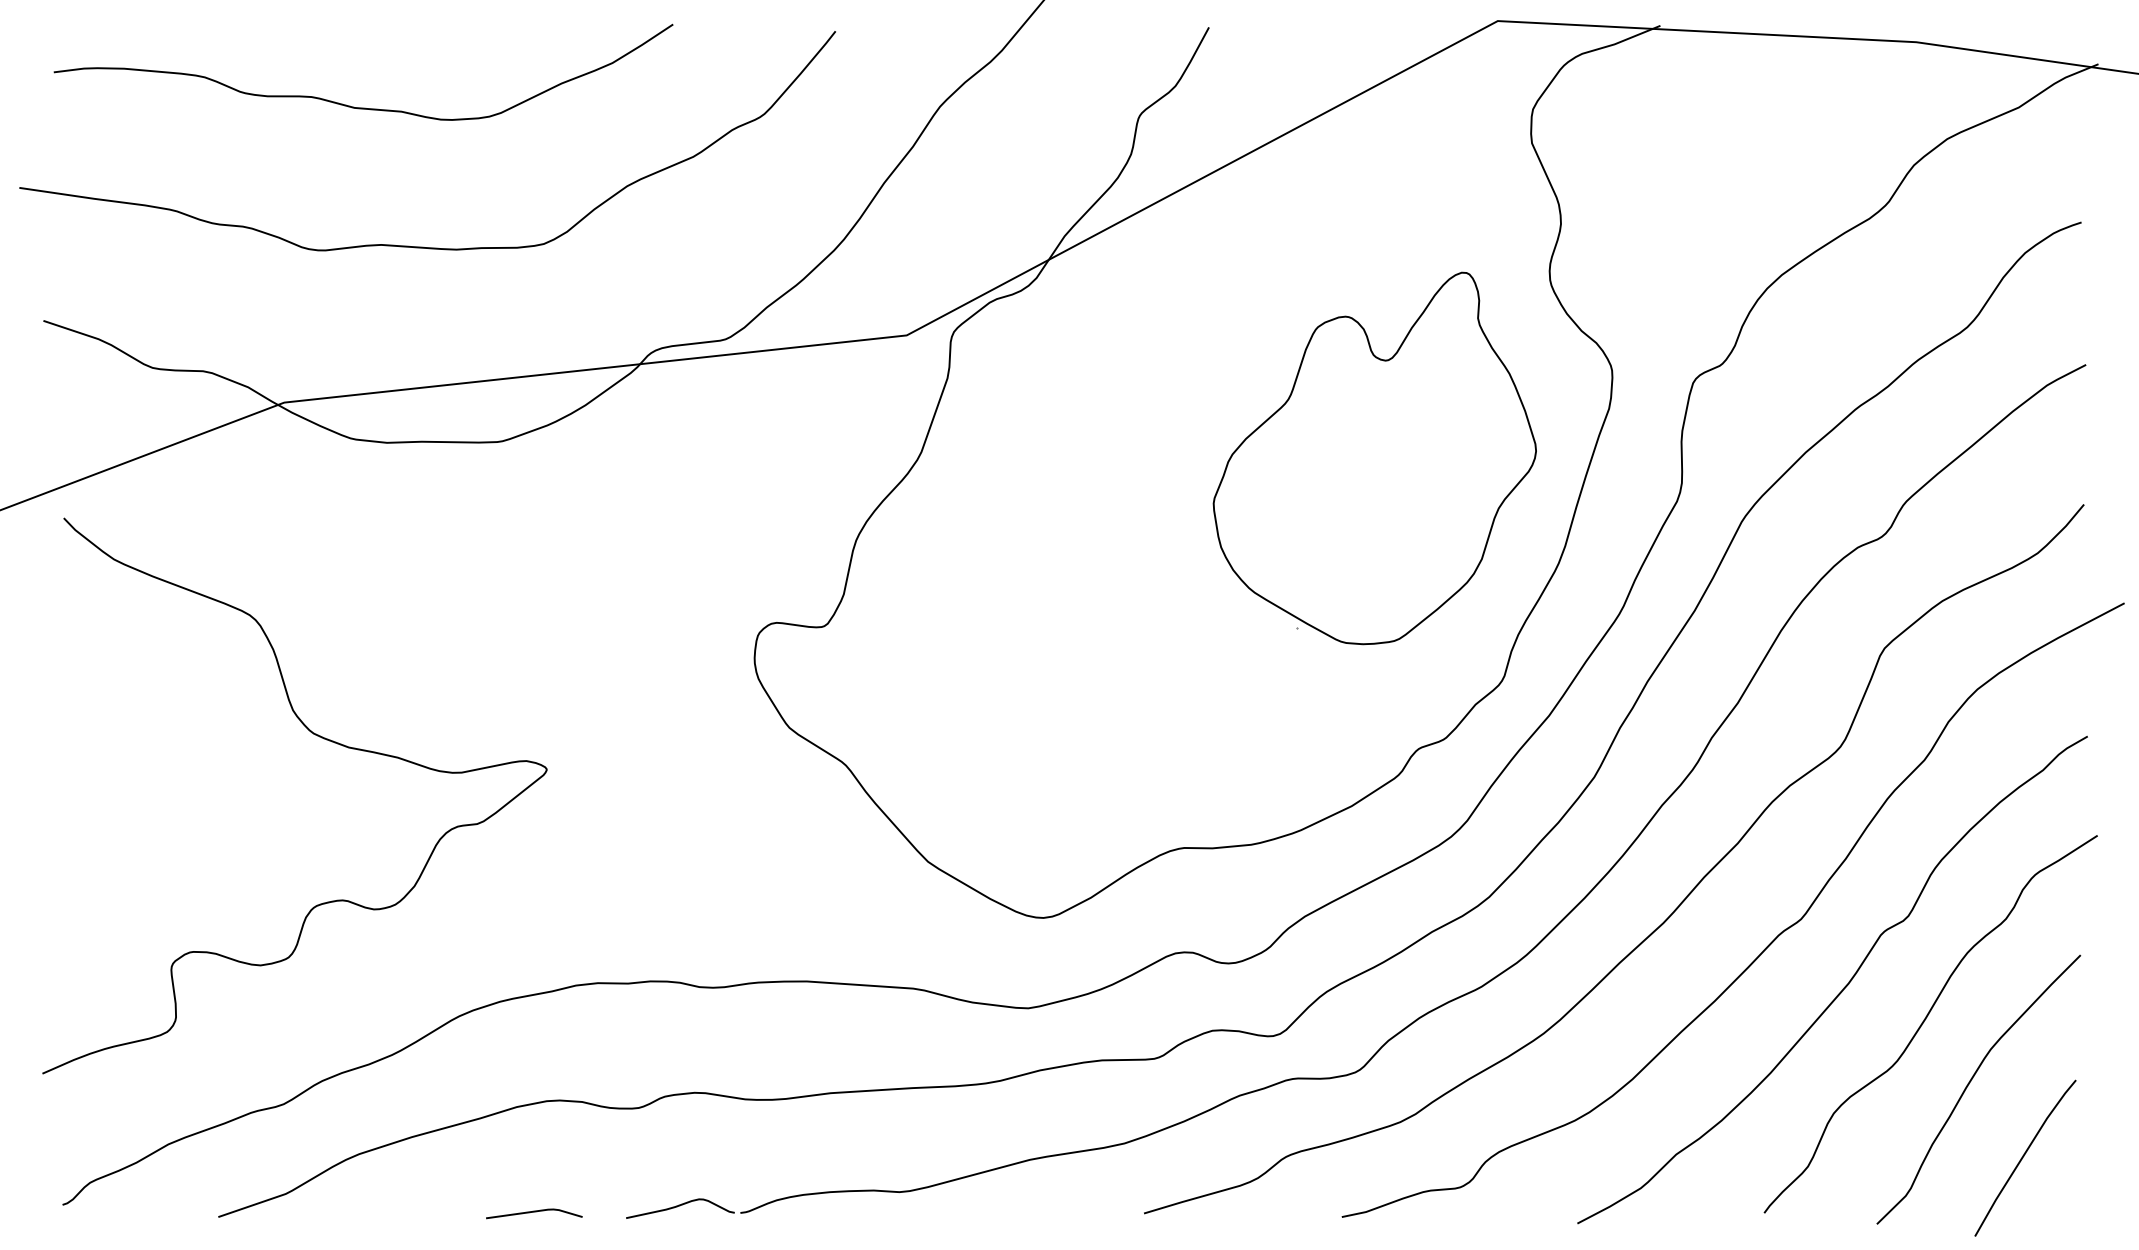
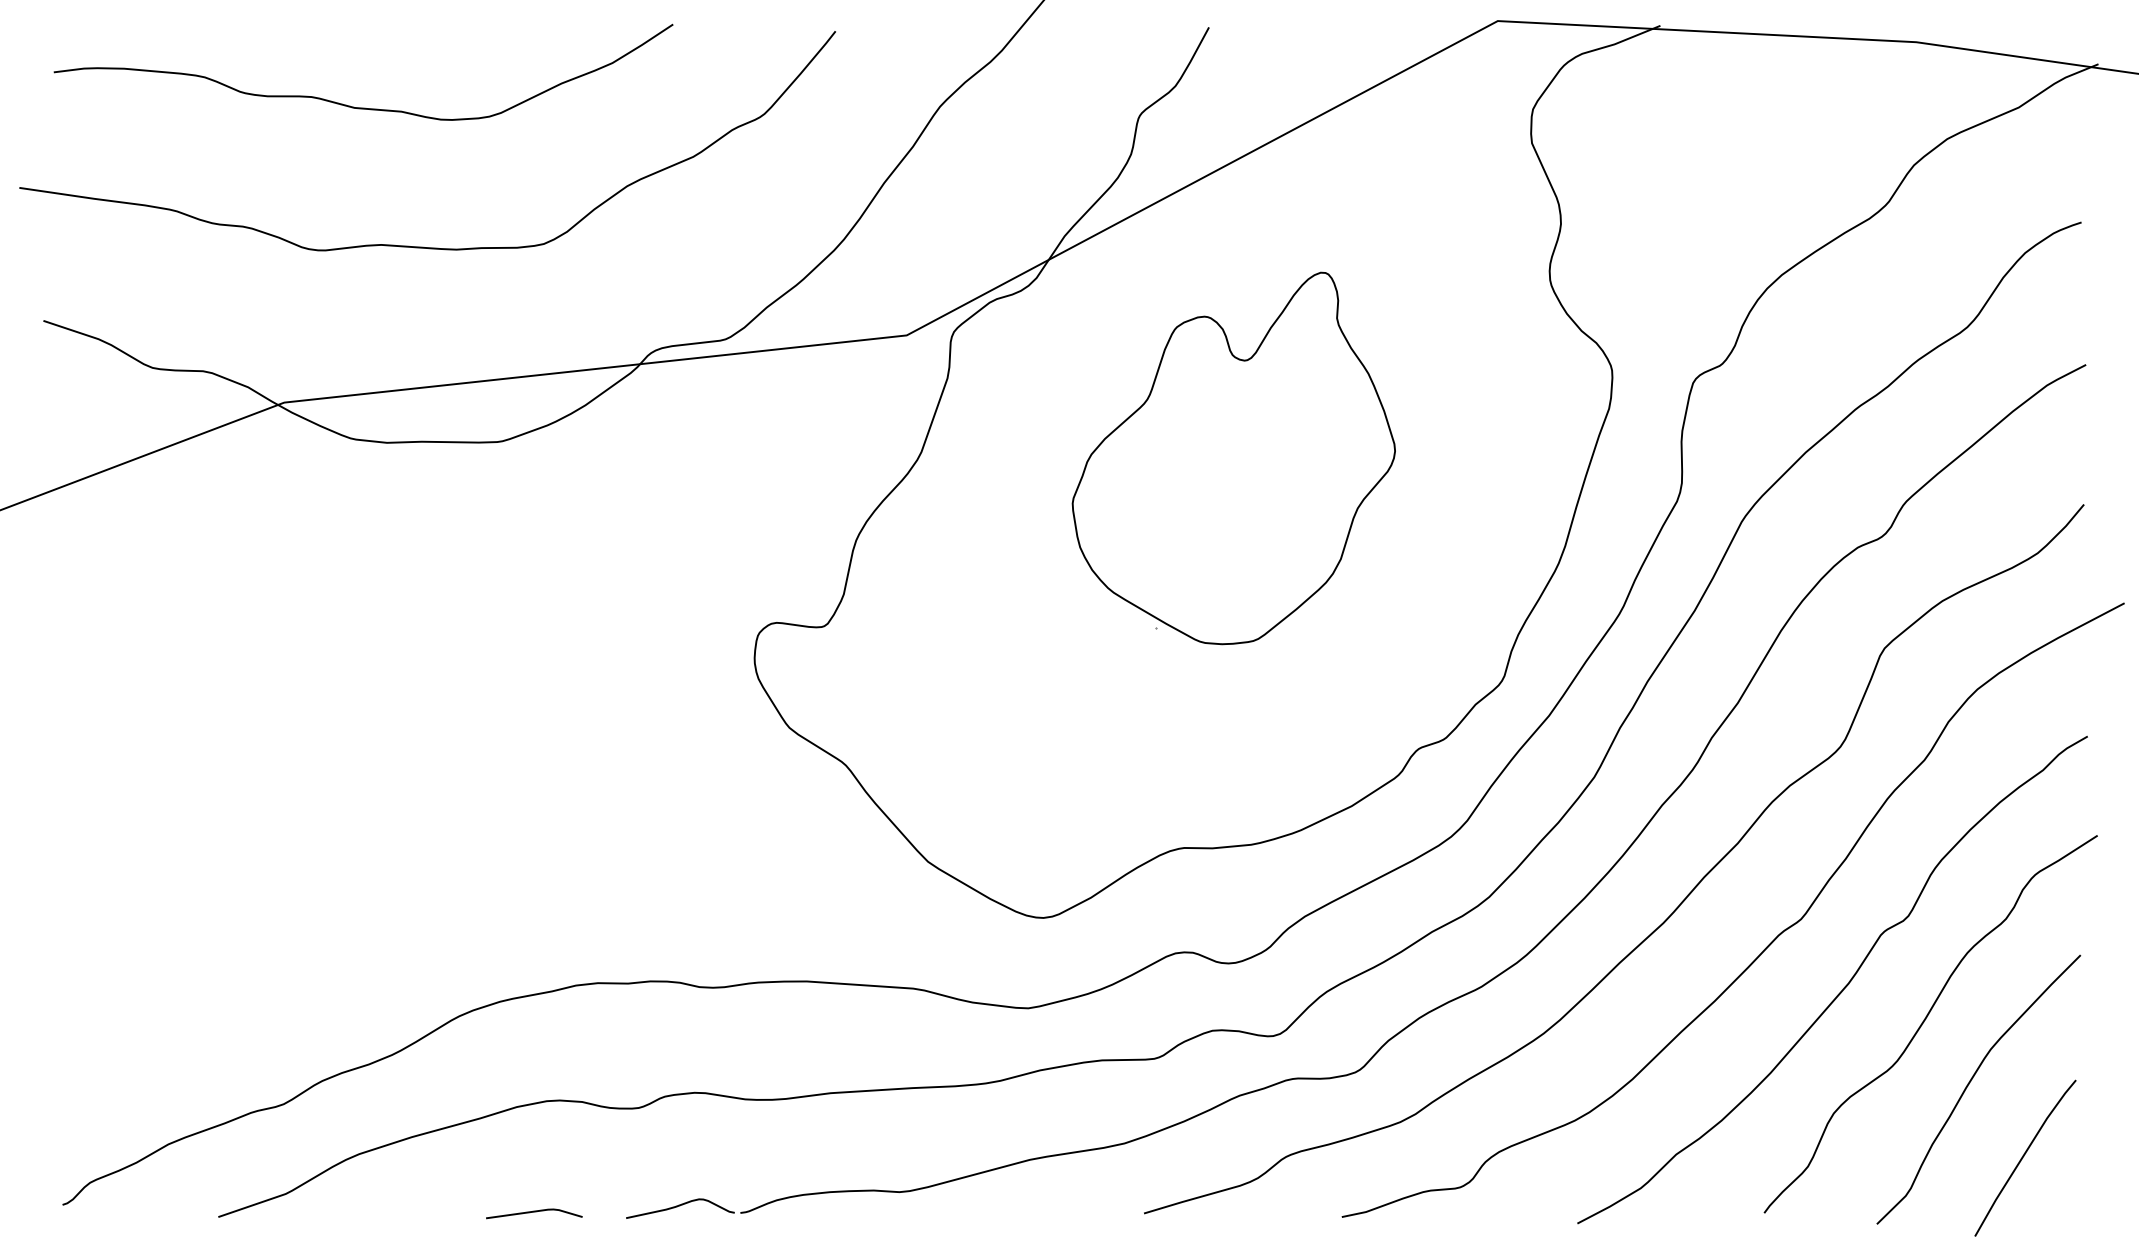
part at (1374, 458) position: (1374, 458) -> (1233, 458)
curve at (321, 738): present -> none
